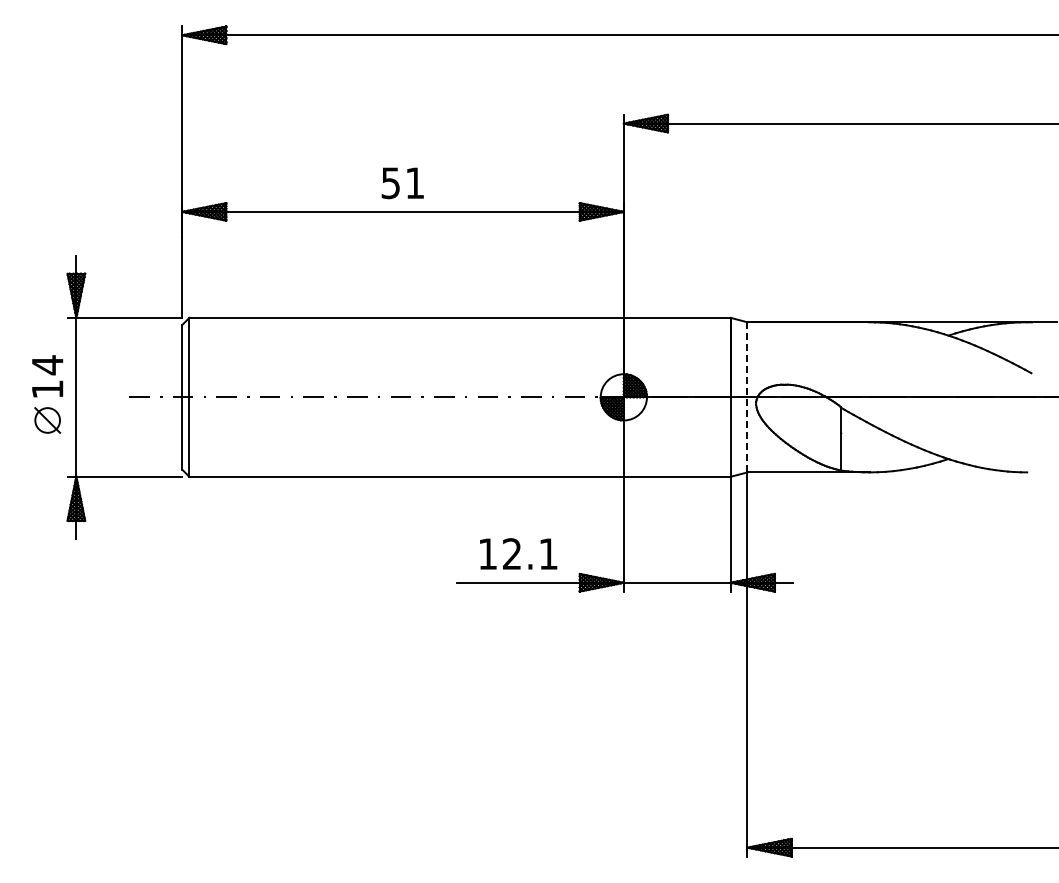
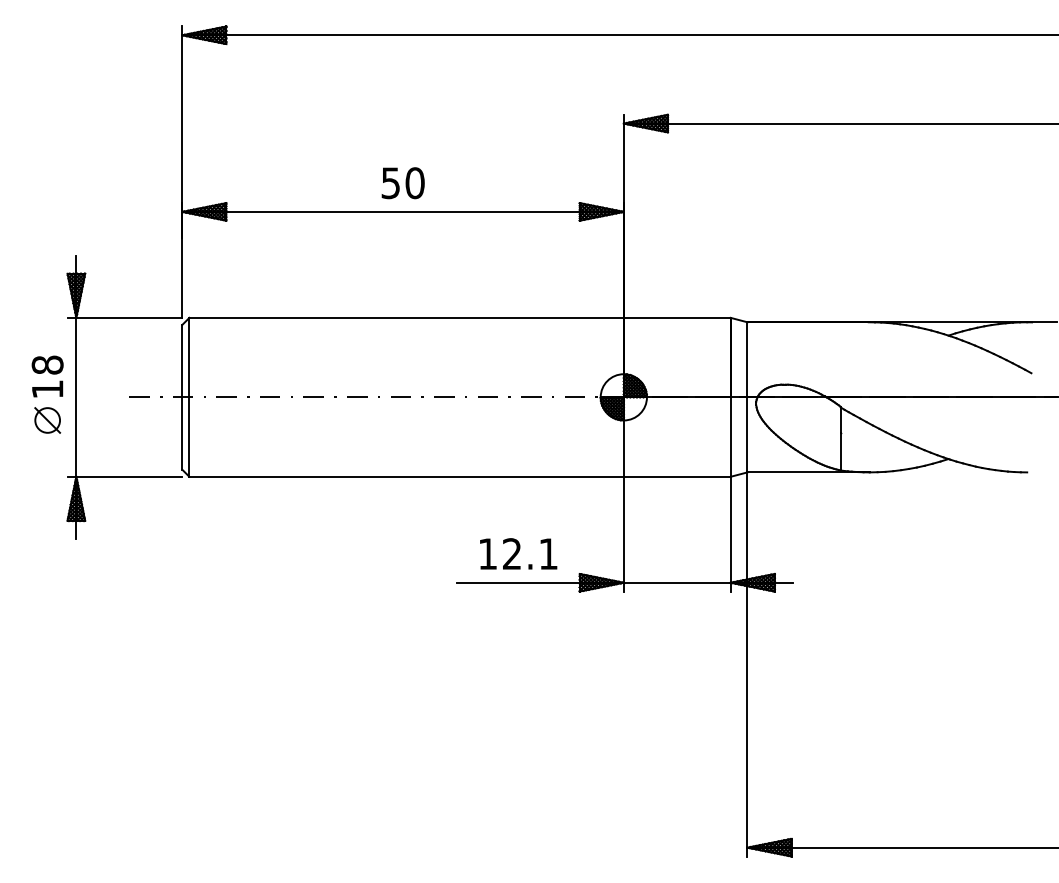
text at (414, 183): 51 -> 50
text at (47, 365): 14 -> 18
line at (747, 396): dashed -> solid
